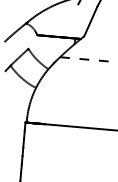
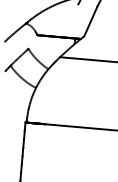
line at (88, 59): dashed -> solid
